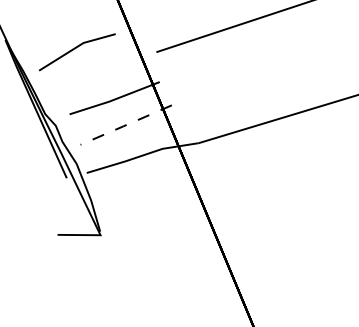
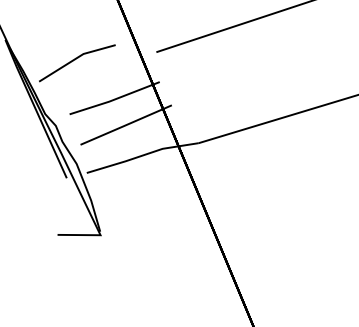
line at (75, 49) position: (75, 49) -> (75, 60)
line at (125, 125): dashed -> solid
